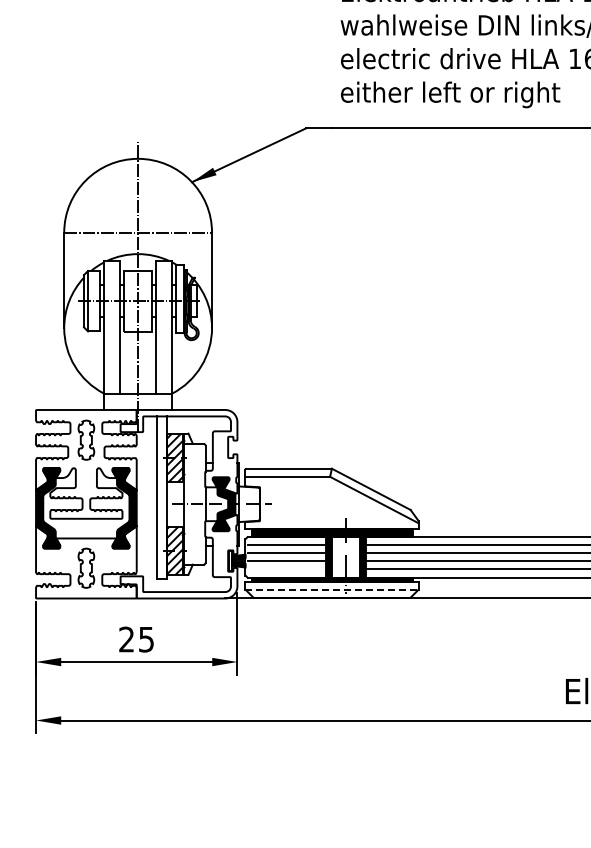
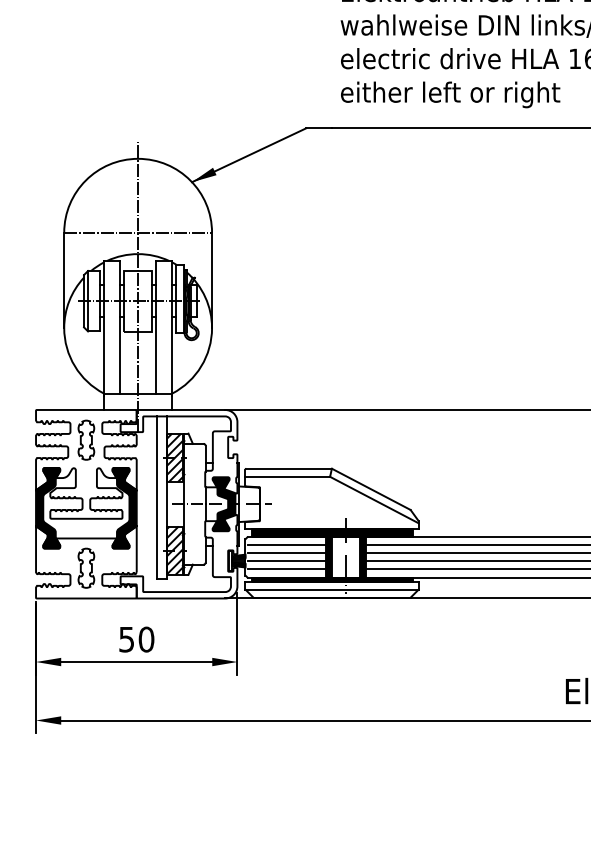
line at (406, 409): none -> present
line at (286, 569): none -> present
line at (332, 589): dashed -> solid
text at (136, 639): 25 -> 50
